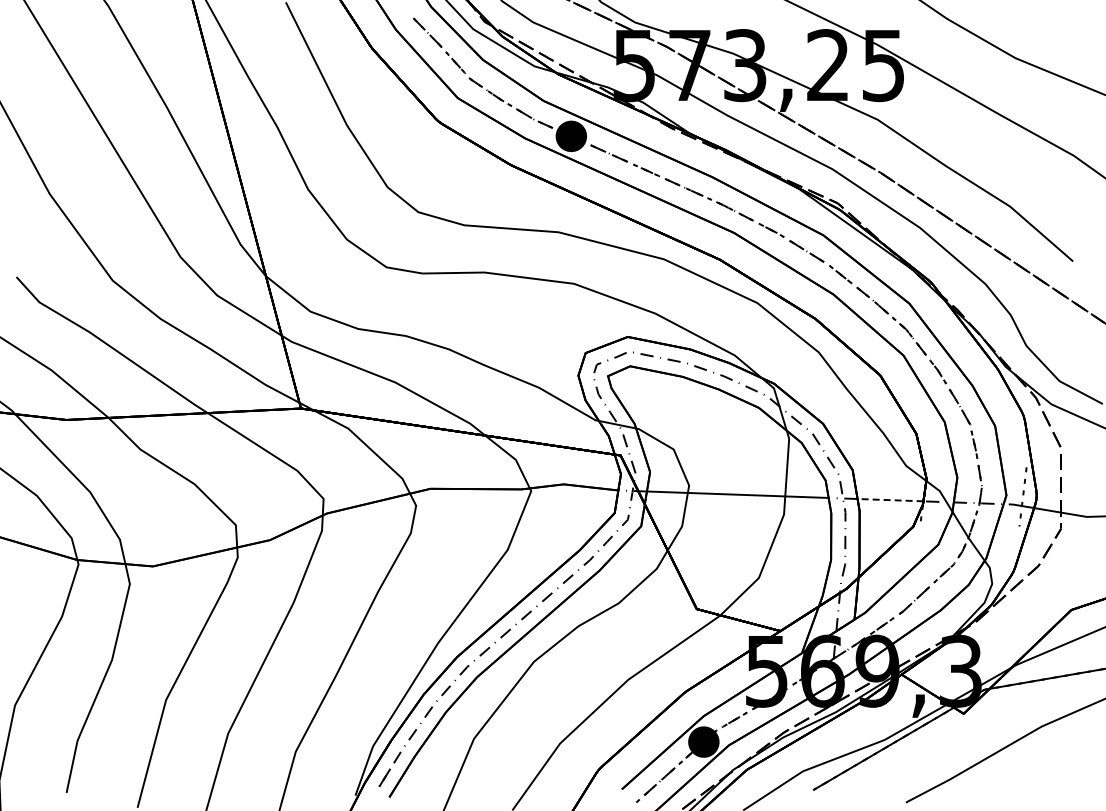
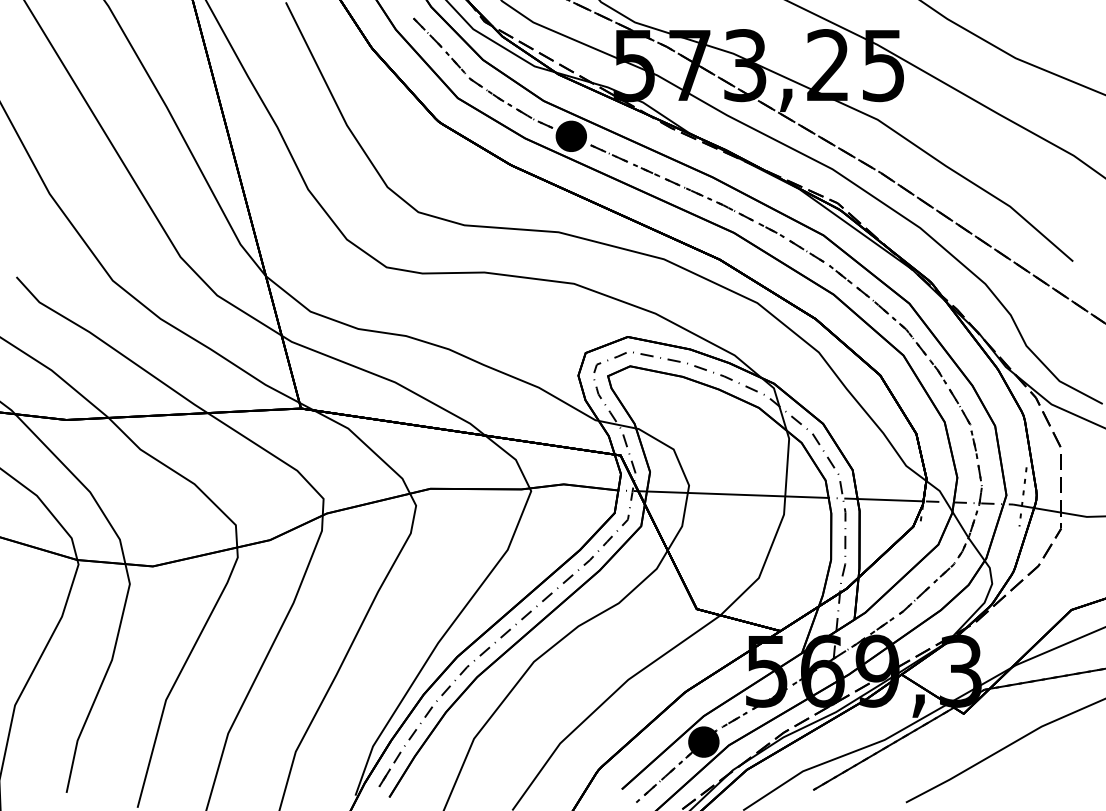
line at (890, 500): dashed -> solid
